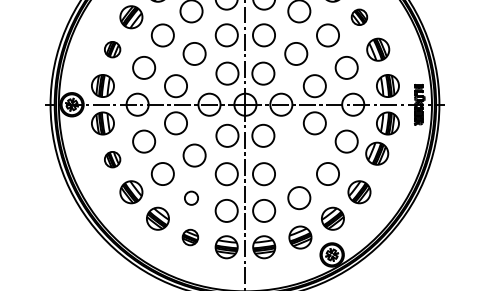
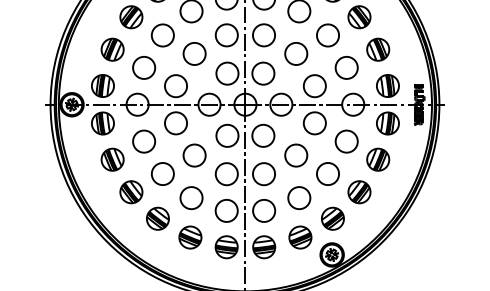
part at (359, 16) size: 19x18 px -> 25x25 px
part at (112, 49) size: 18x18 px -> 25x25 px
part at (377, 153) position: (377, 153) -> (378, 159)
circle at (296, 155): none -> present
part at (112, 159) size: 18x18 px -> 25x25 px
circle at (191, 197) size: 15x16 px -> 25x25 px
part at (190, 237) size: 19x19 px -> 25x25 px
